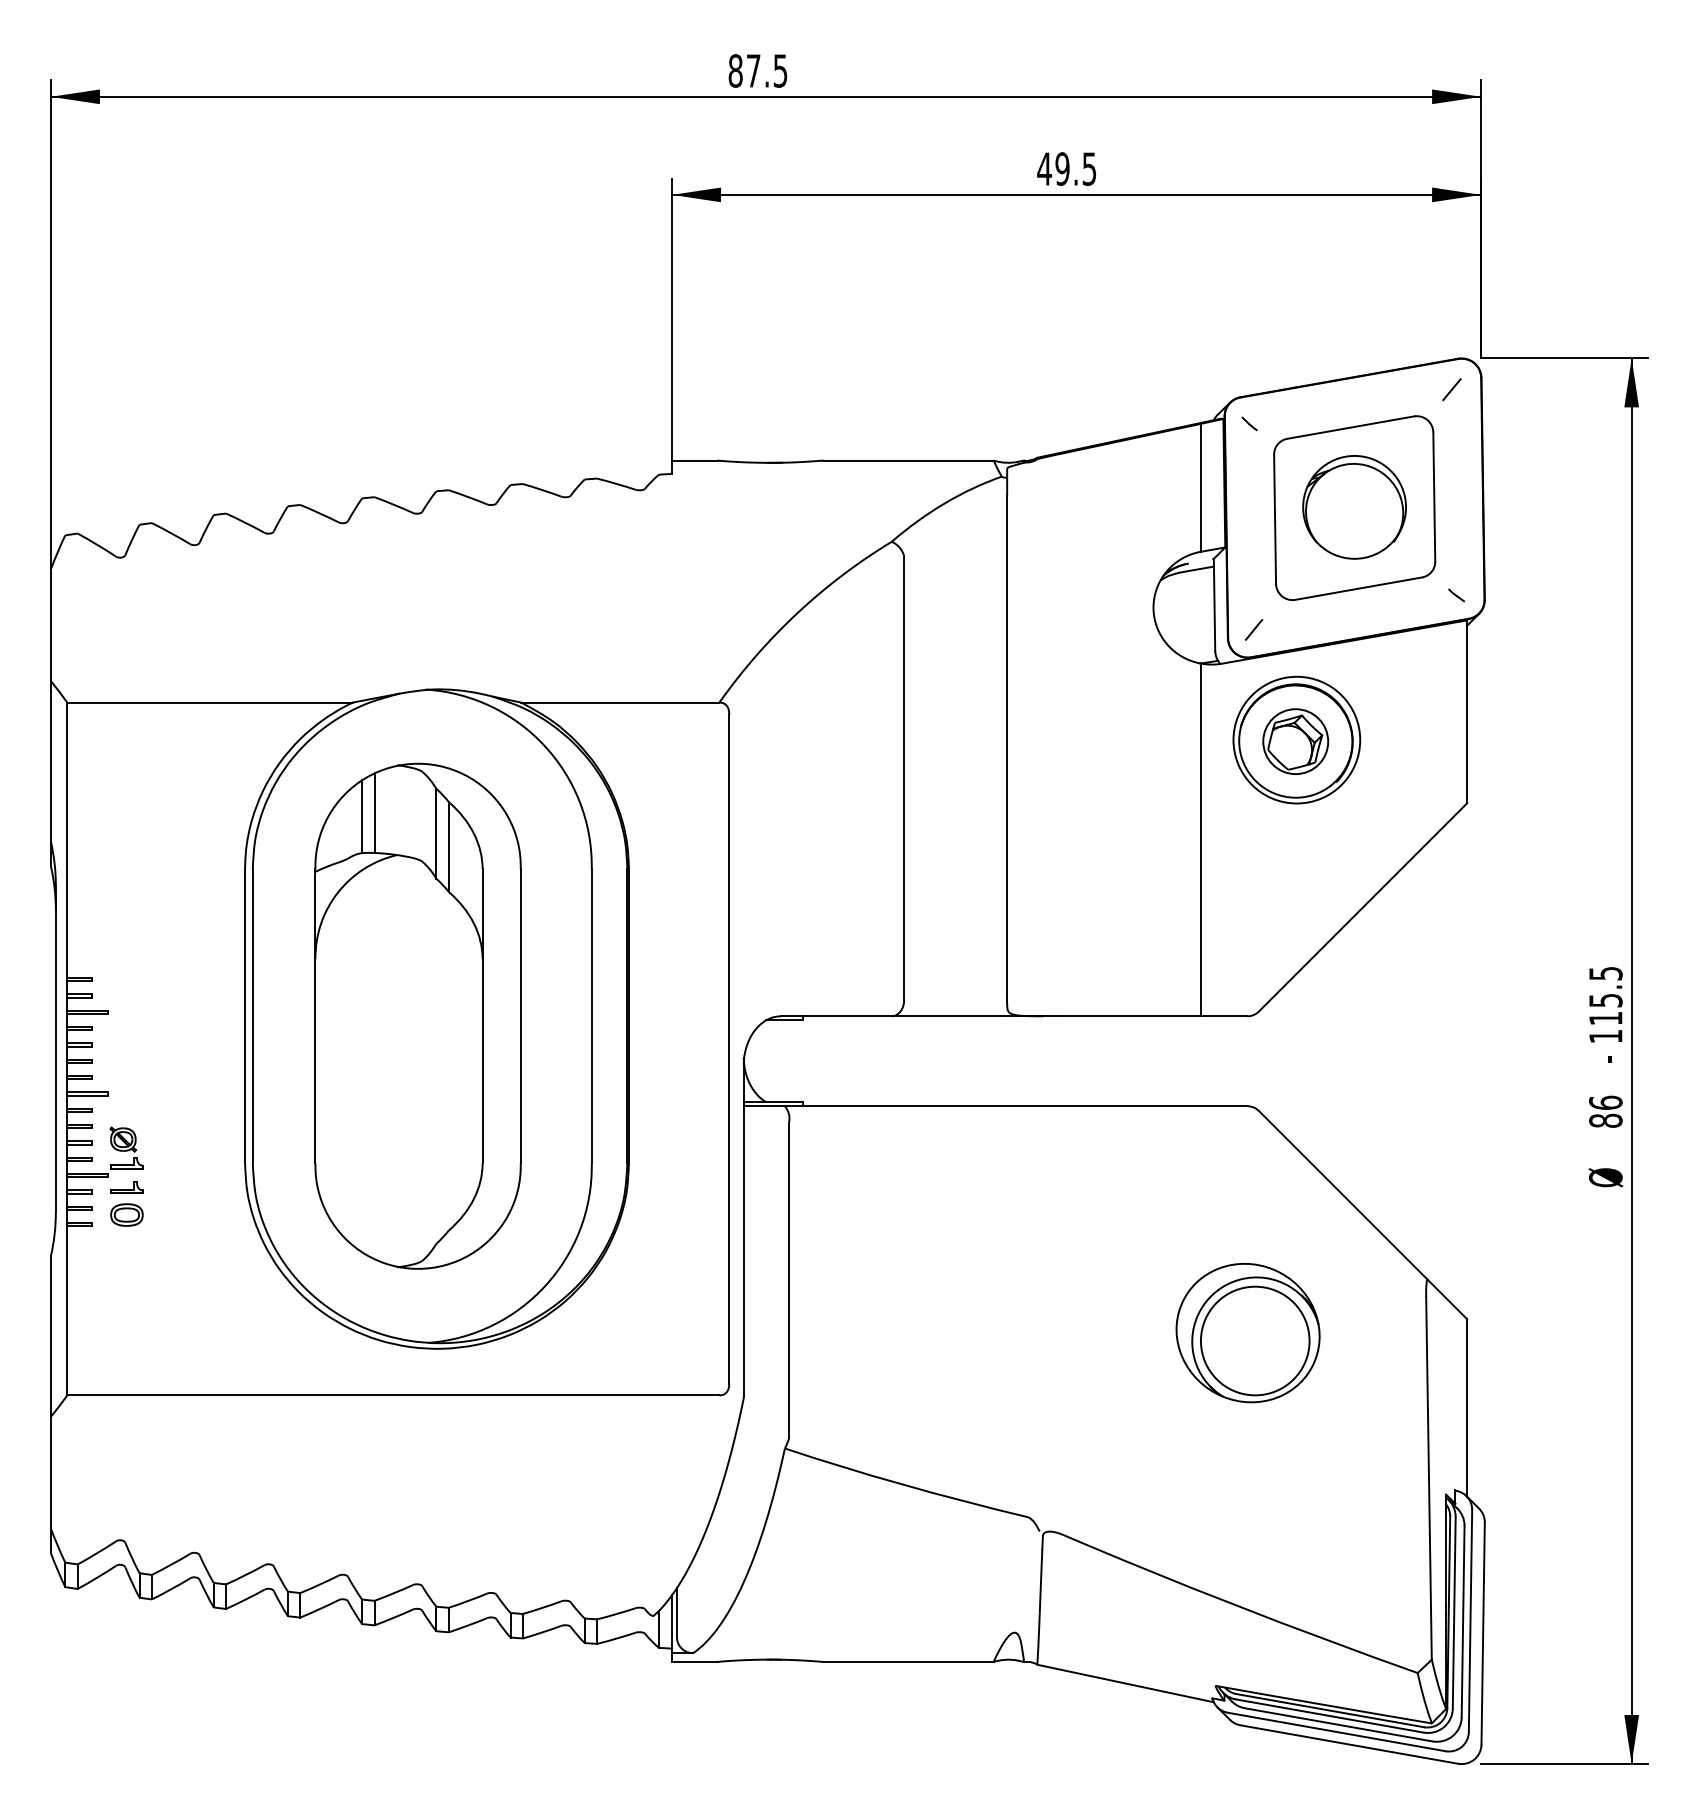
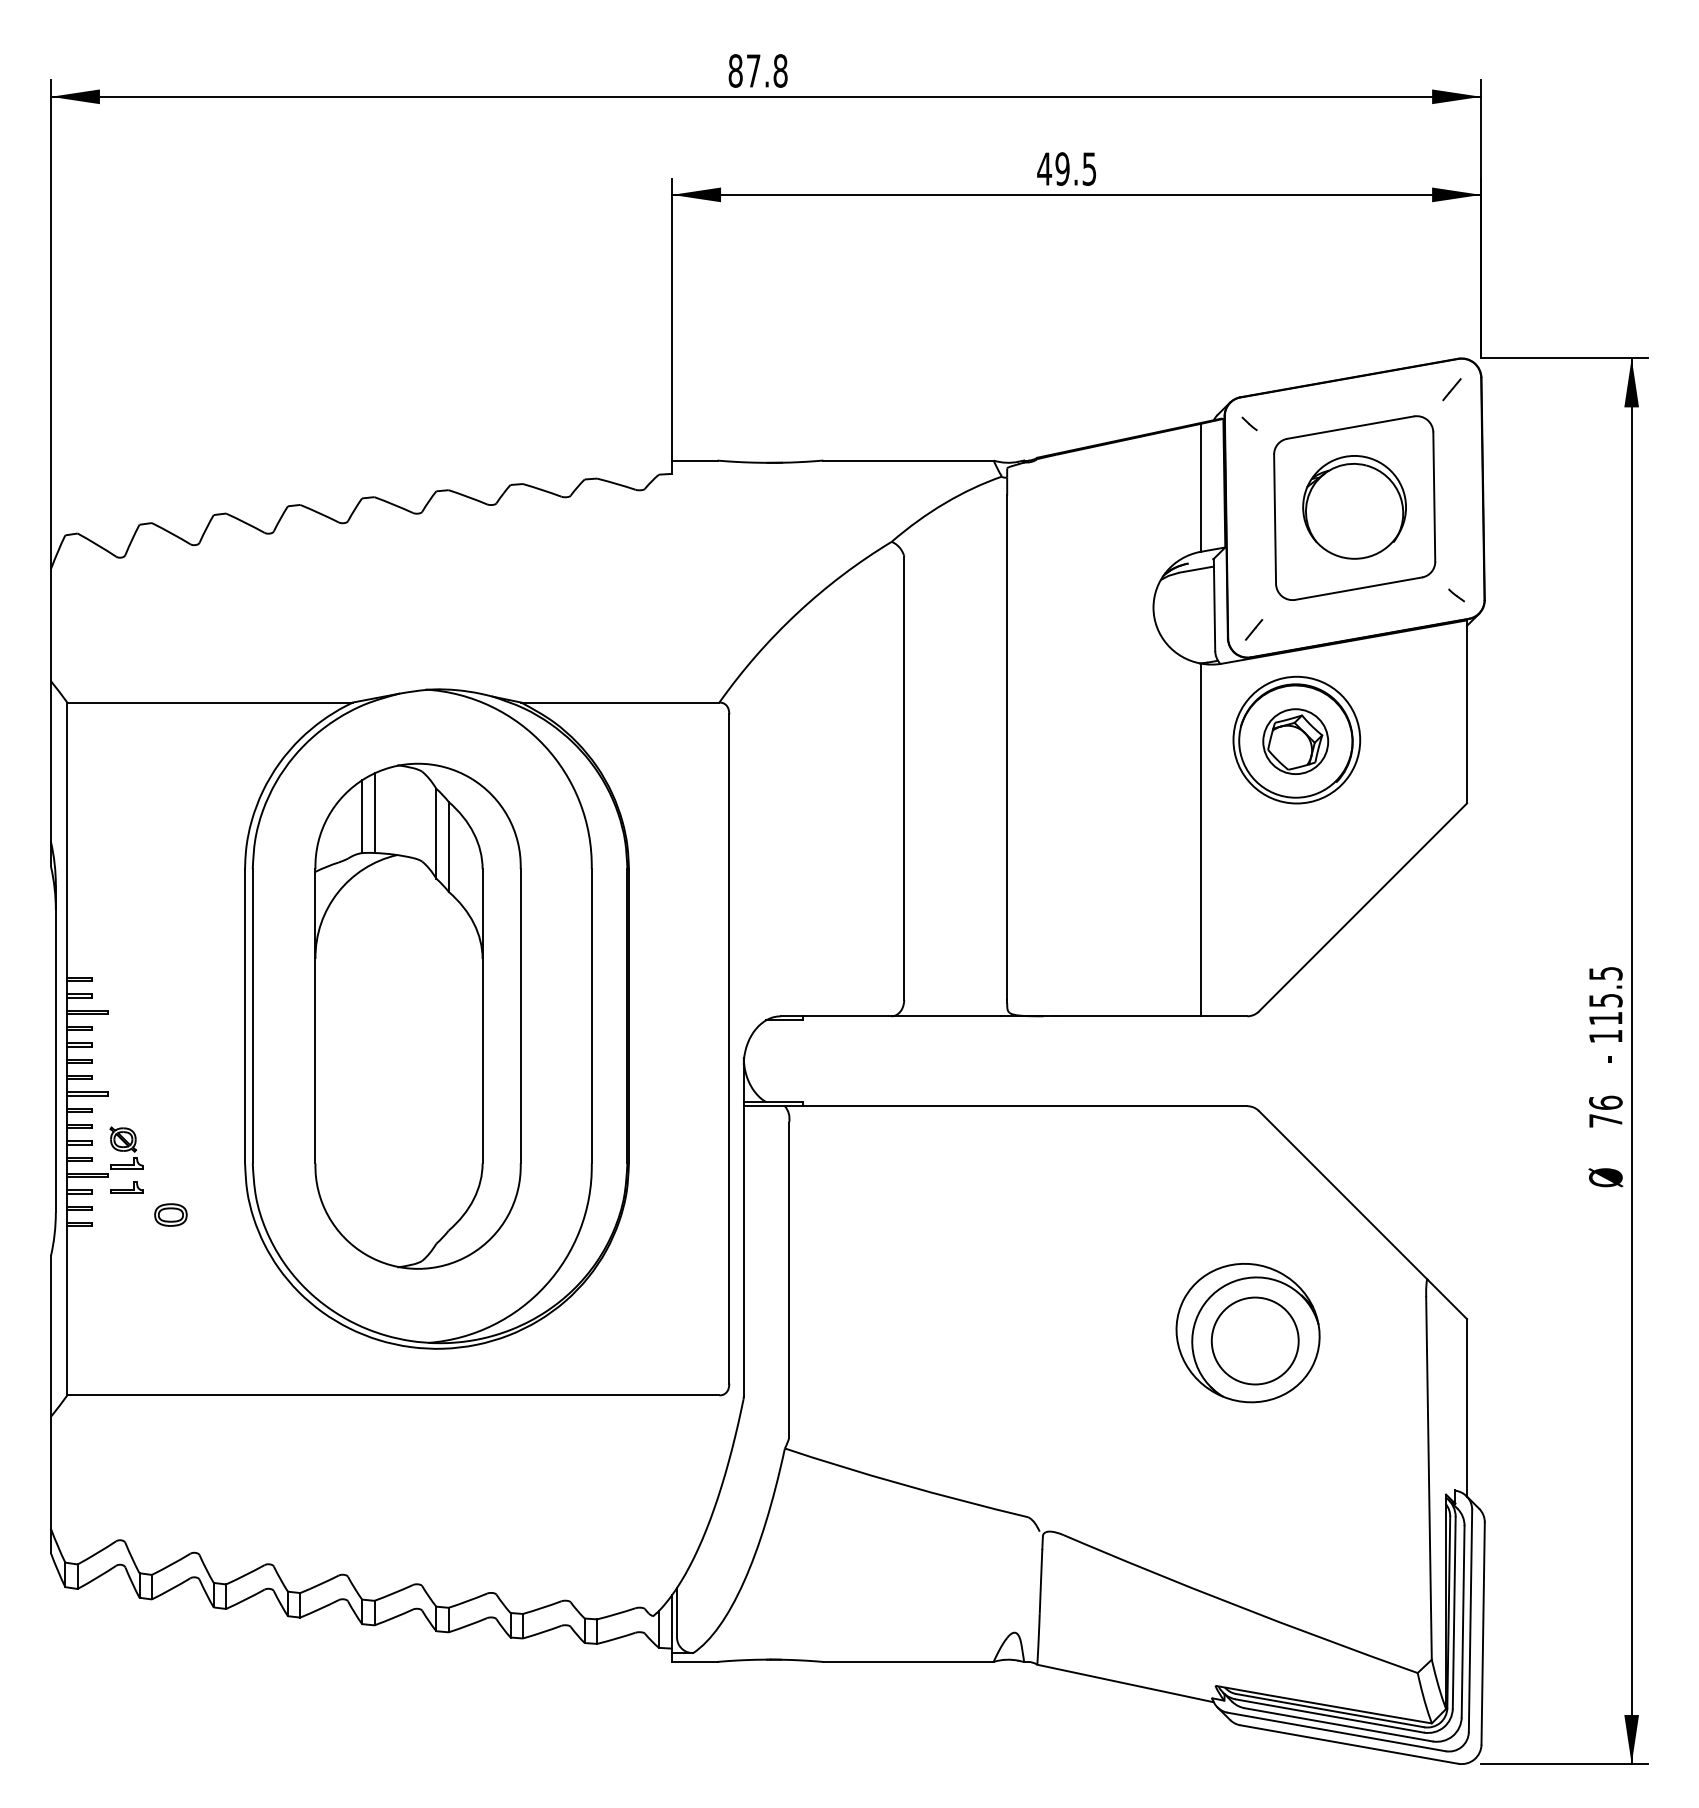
text at (780, 70): 87.5 -> 87.8
text at (1605, 1120): 86 -> 76
part at (126, 1214) position: (126, 1214) -> (170, 1214)
circle at (1254, 1340) diameter: 109 px -> 87 px
